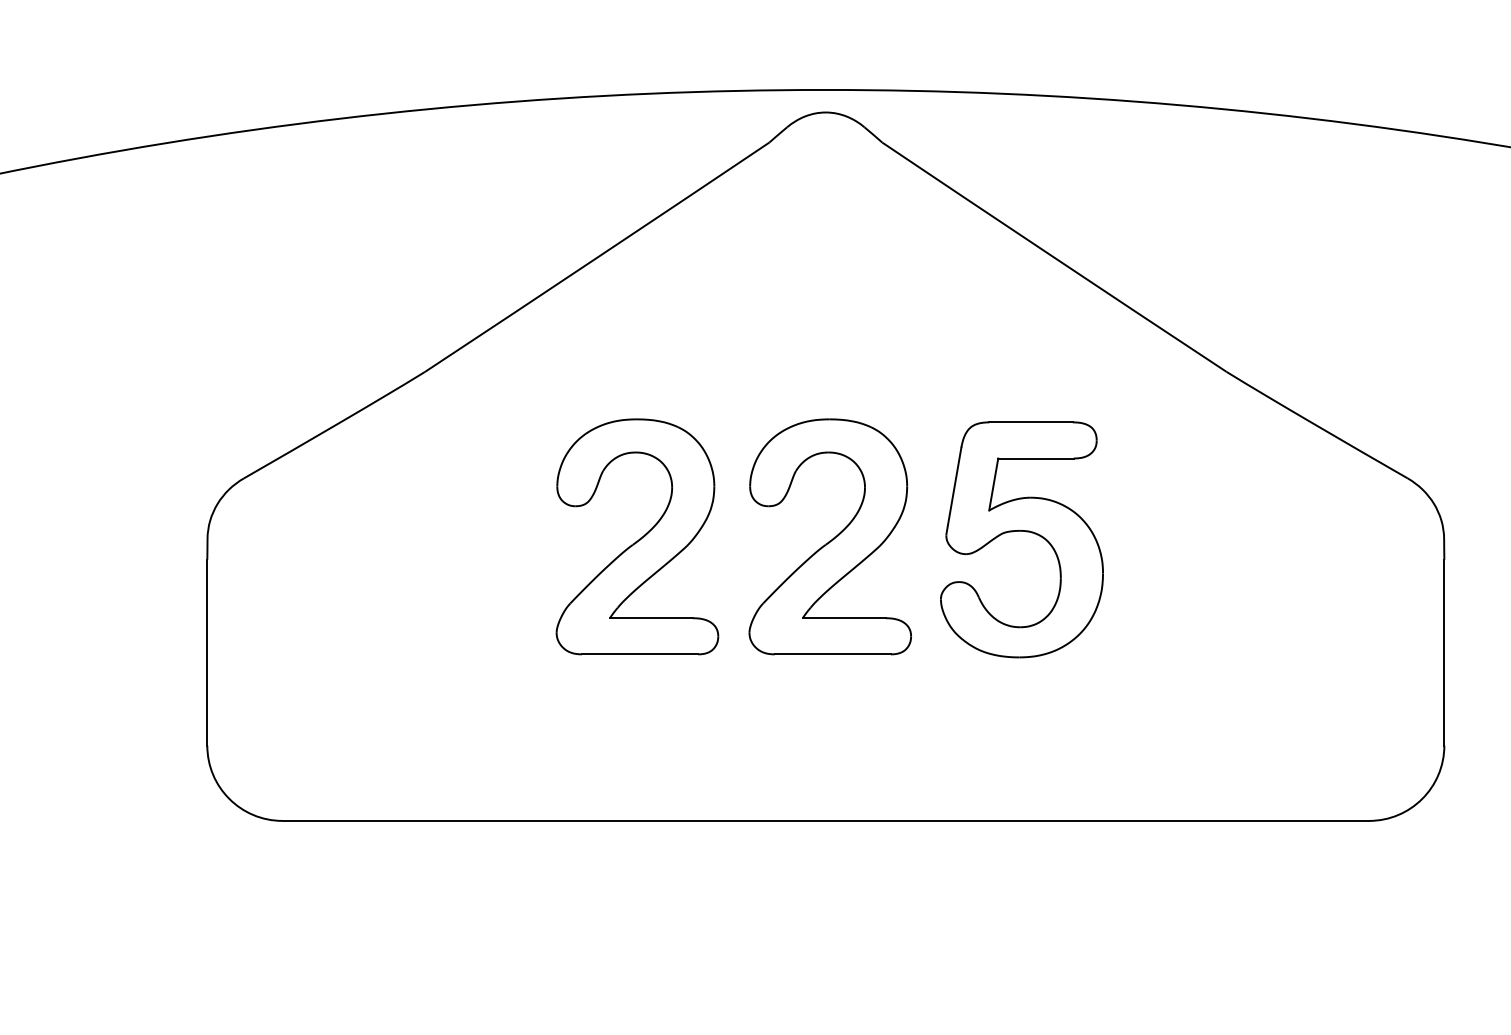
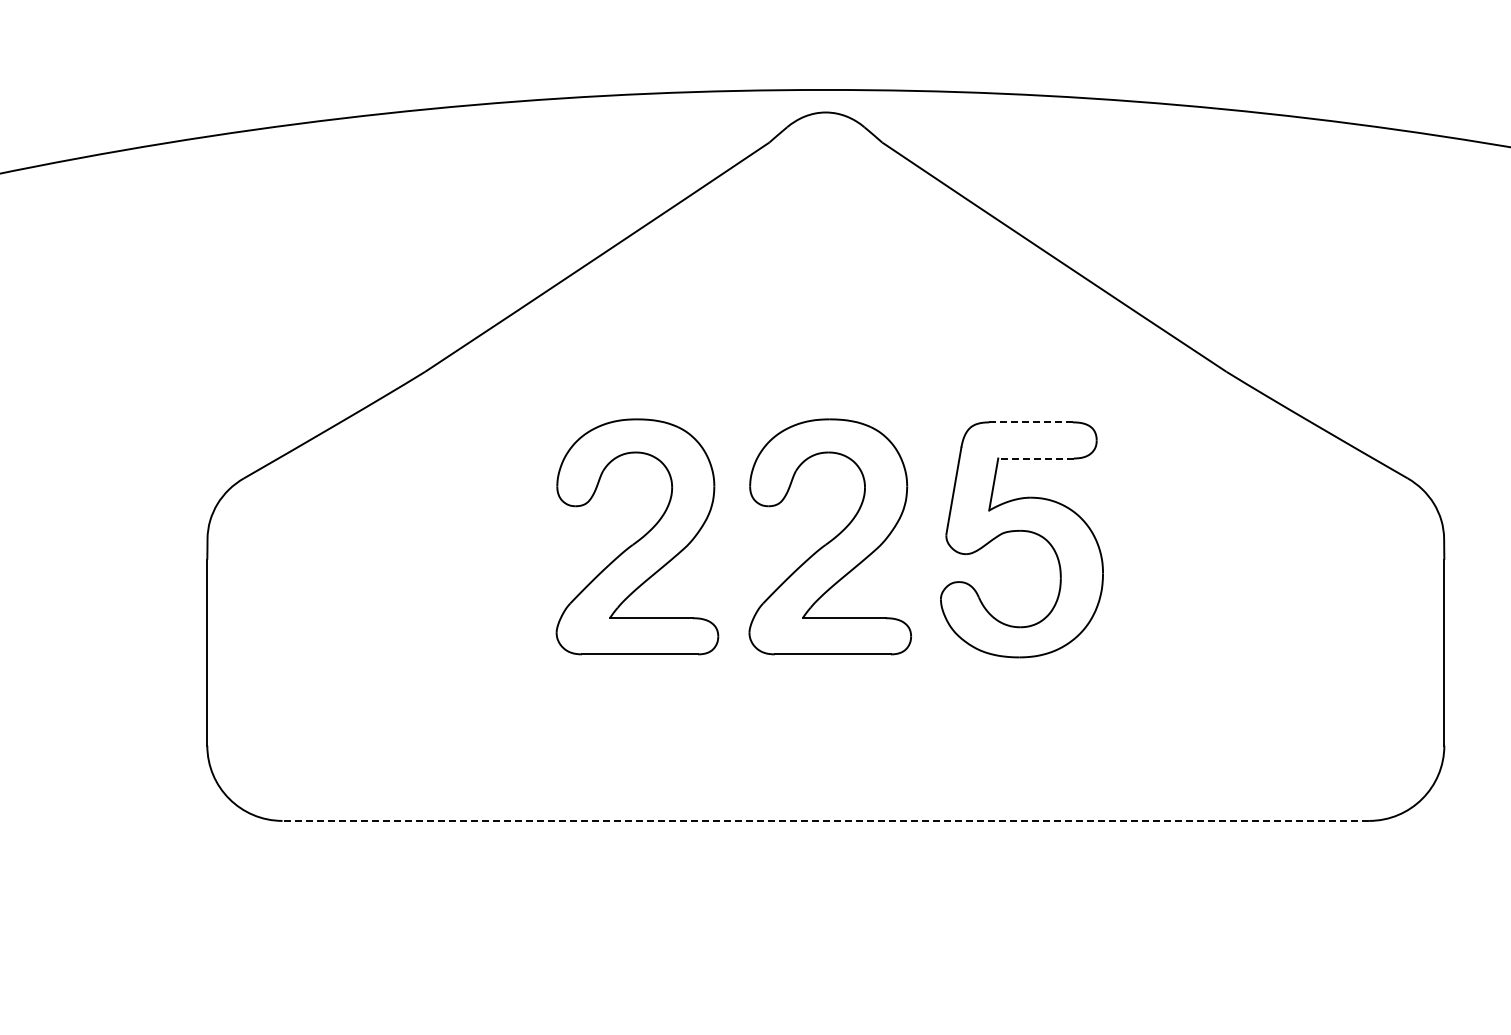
line at (1031, 422): solid -> dashed
line at (1036, 458): solid -> dashed
line at (825, 820): solid -> dashed
